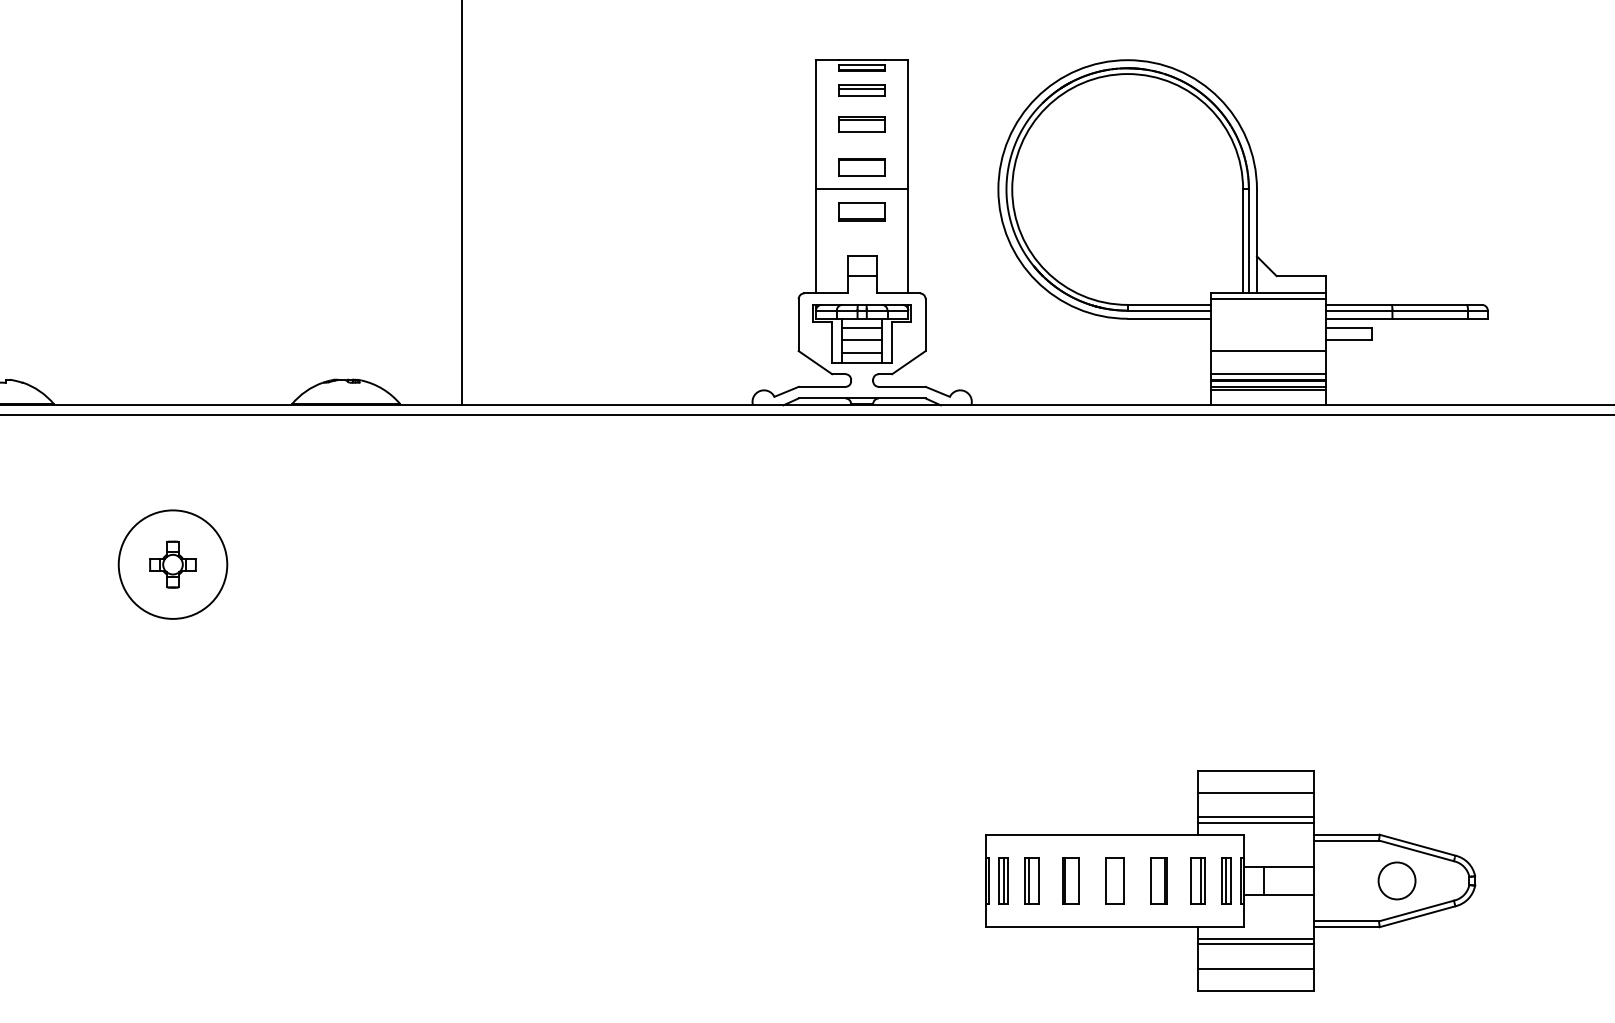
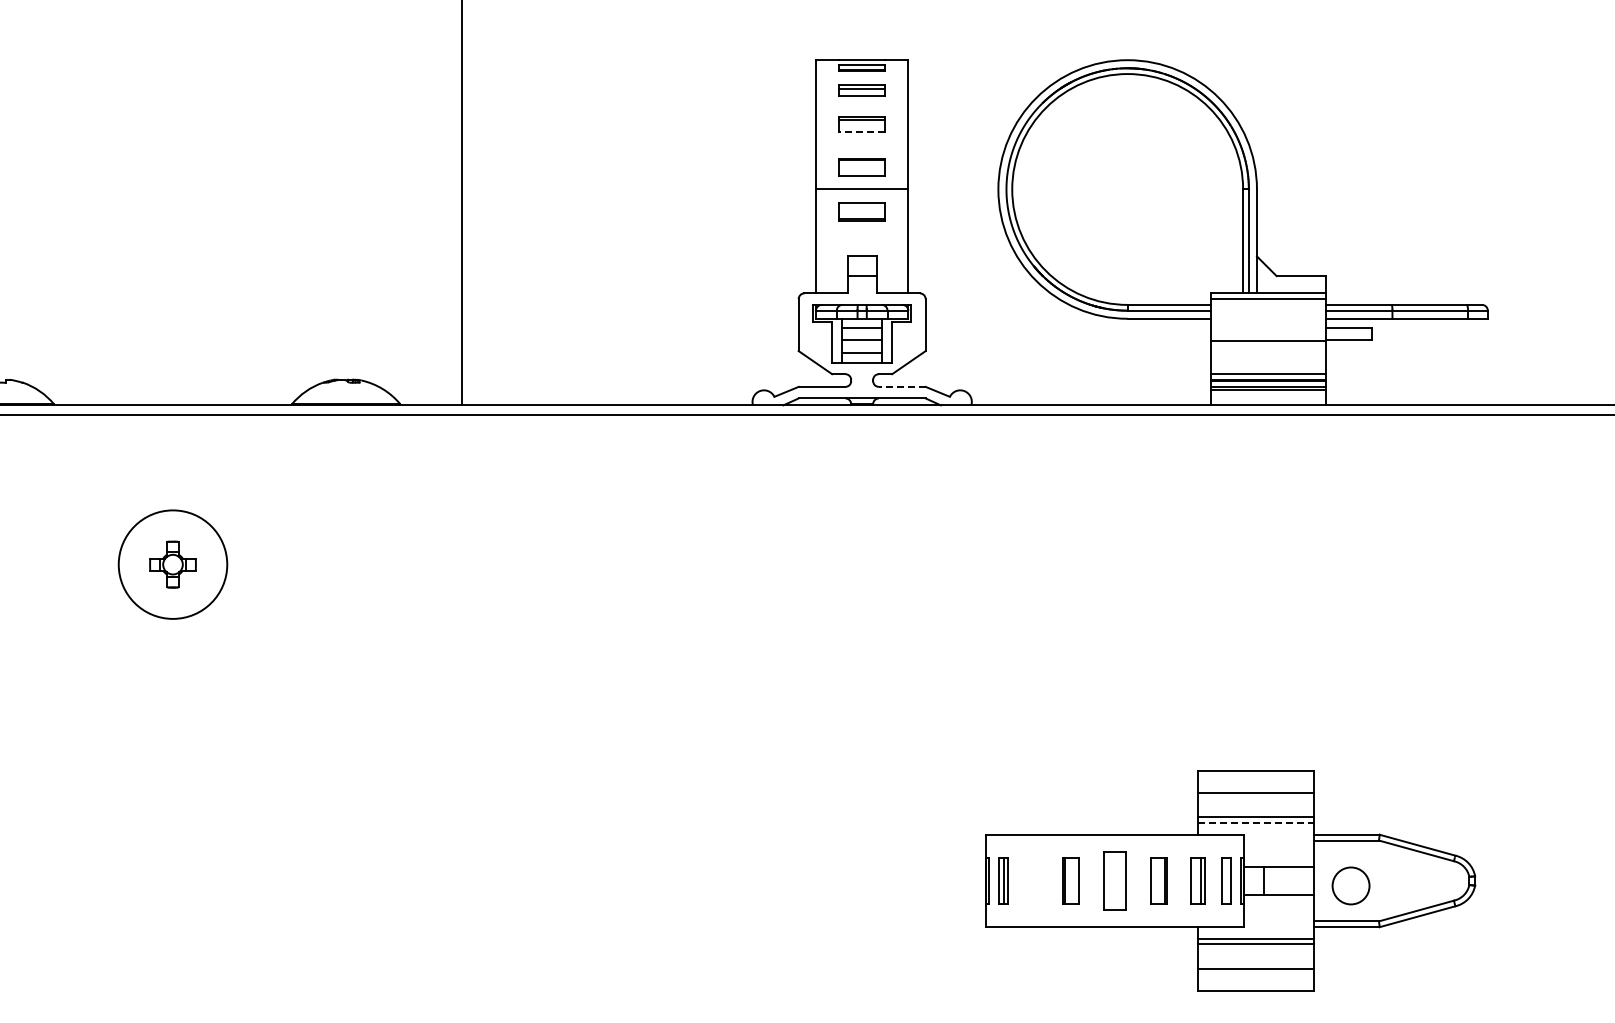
line at (861, 132): solid -> dashed
line at (1268, 351) position: (1268, 351) -> (1268, 341)
line at (901, 386): solid -> dashed
line at (1255, 823): solid -> dashed
part at (1031, 880): present -> none
part at (1114, 880) size: 20x48 px -> 24x60 px
line at (1226, 880): present -> none
circle at (1396, 880) position: (1396, 880) -> (1350, 885)
